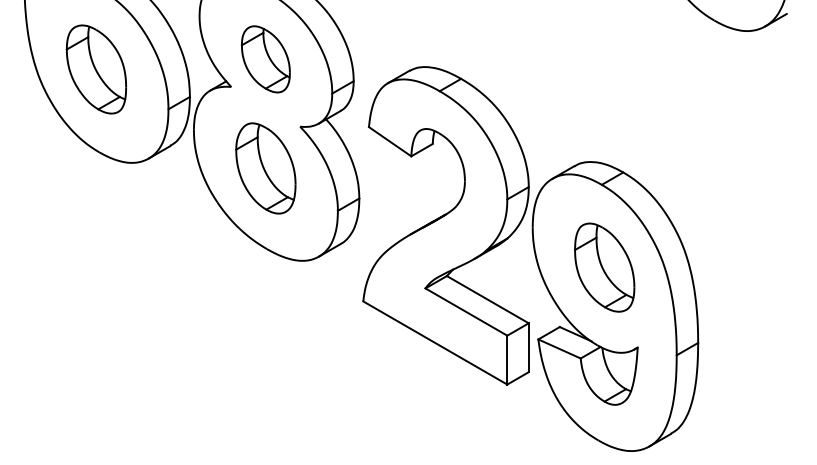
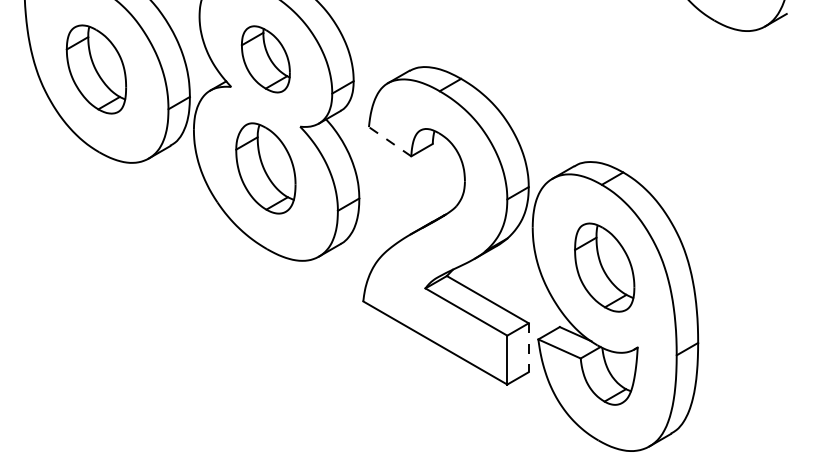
line at (390, 141): solid -> dashed
line at (528, 348): solid -> dashed
